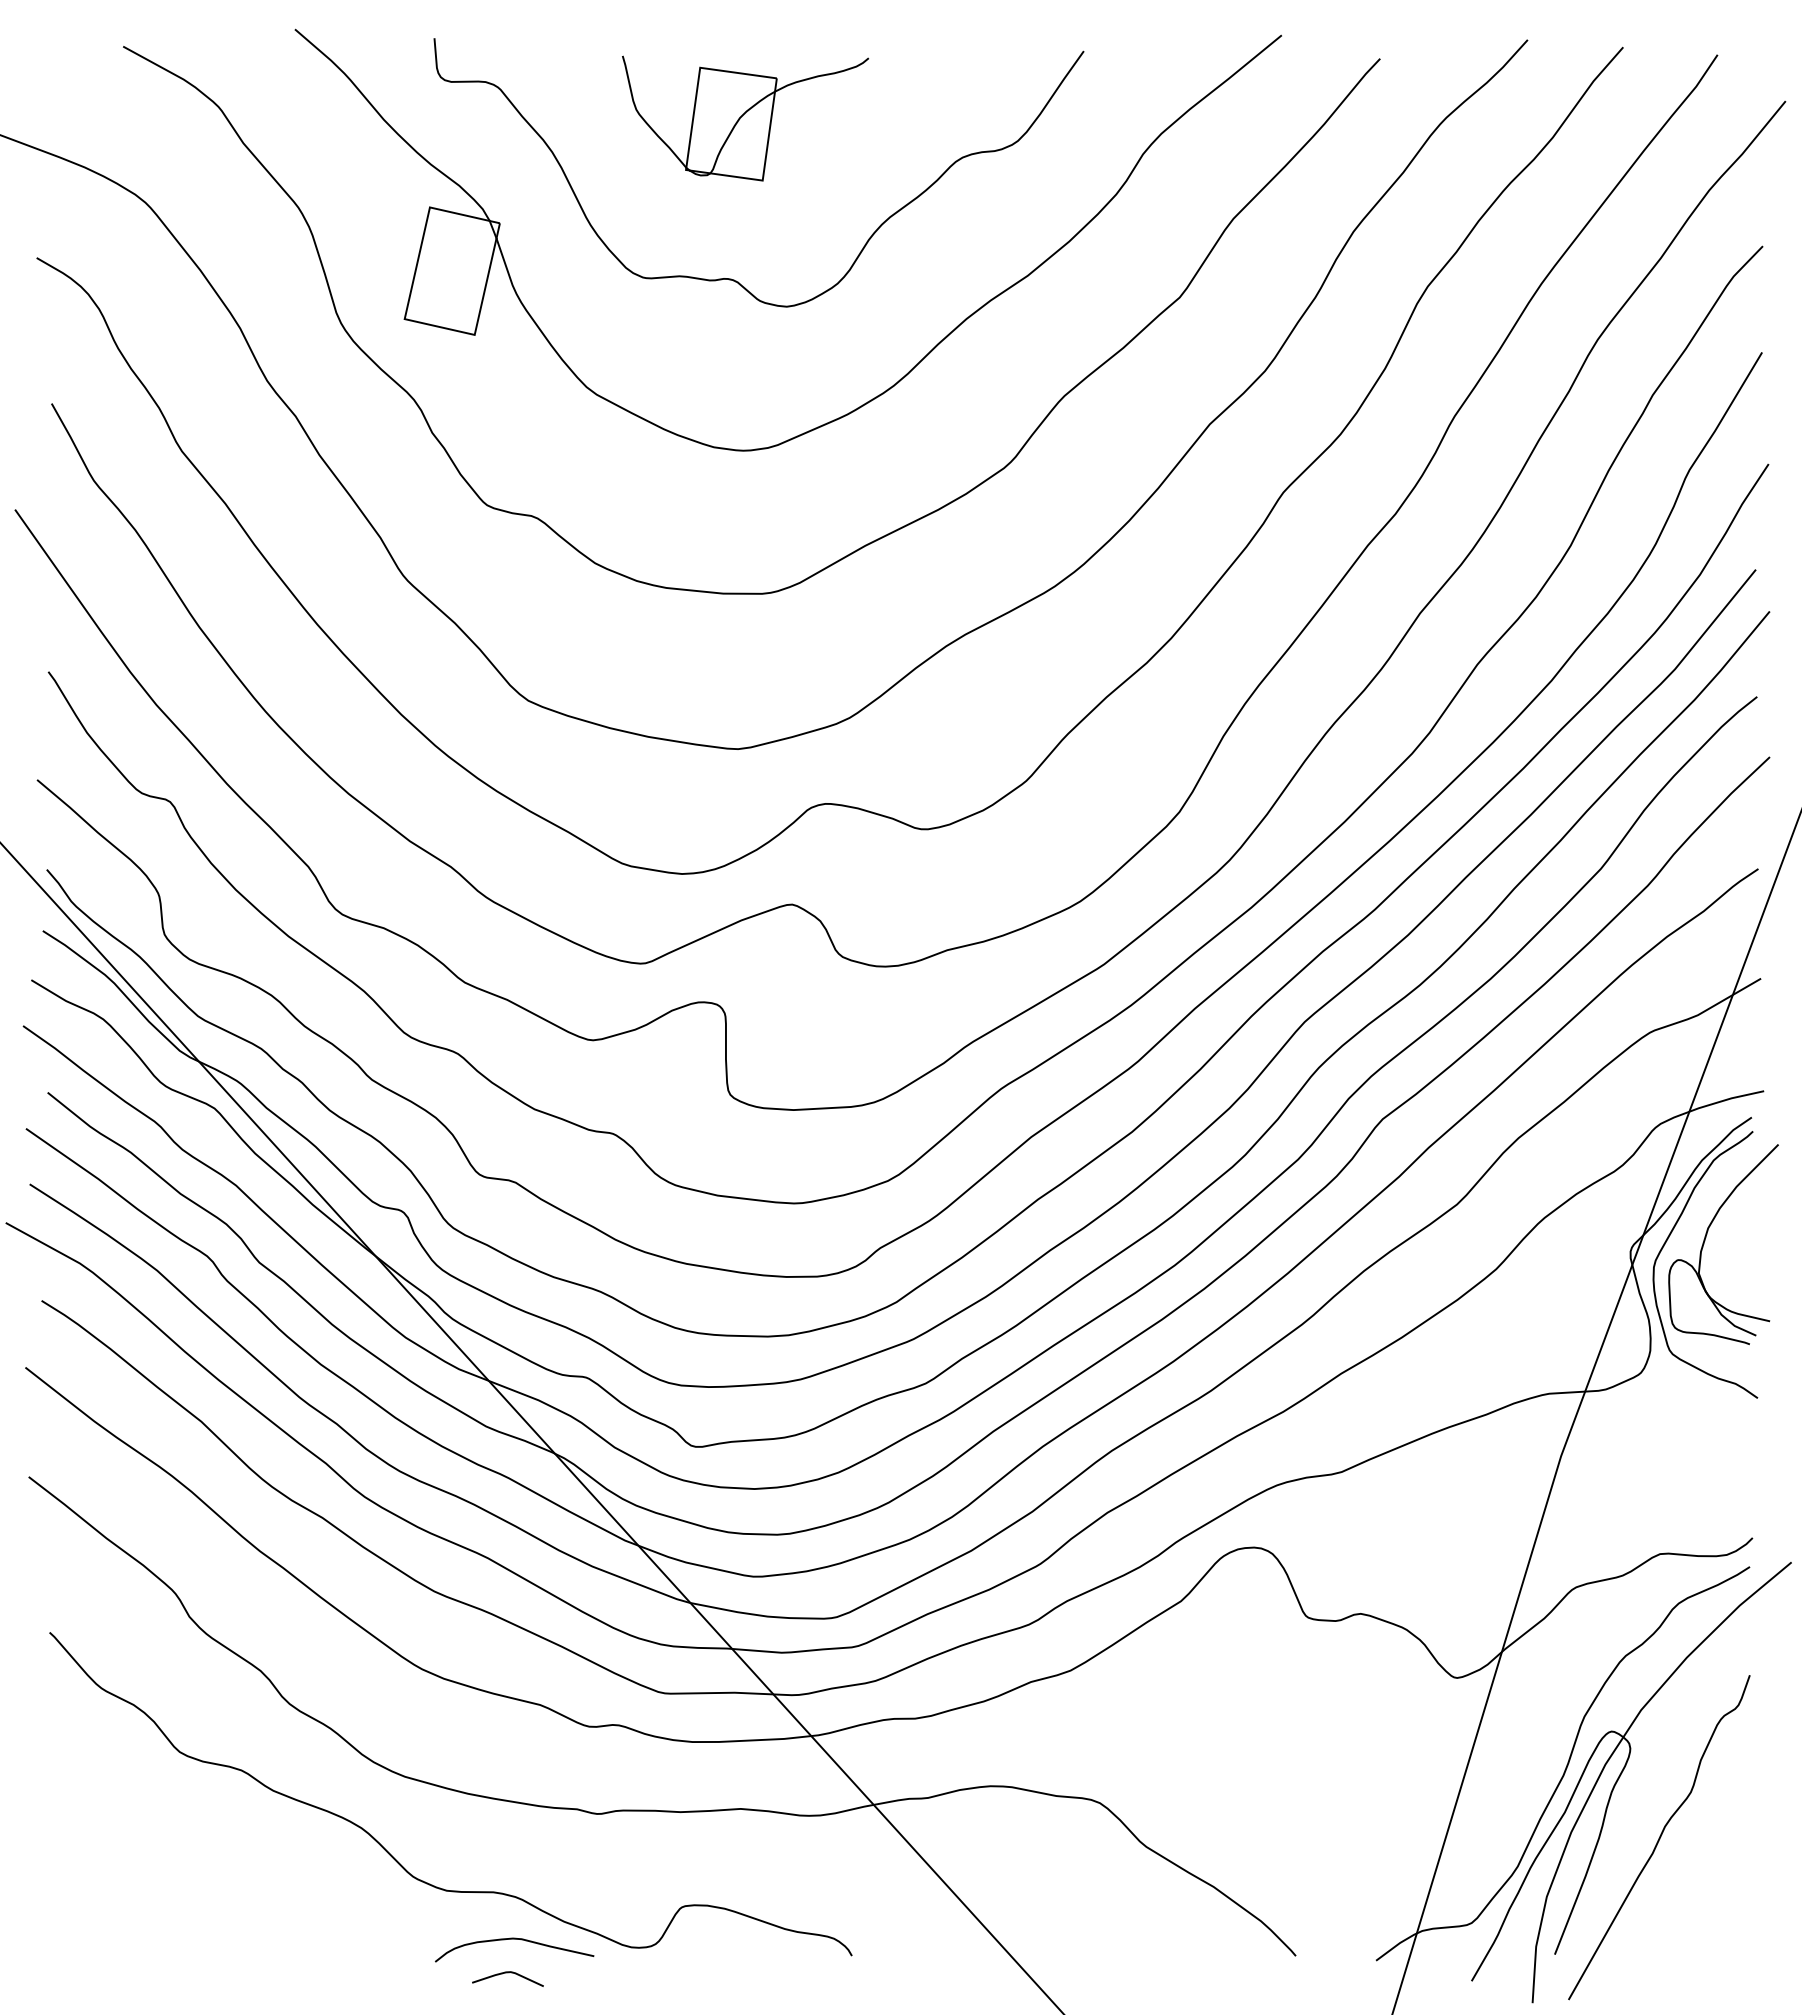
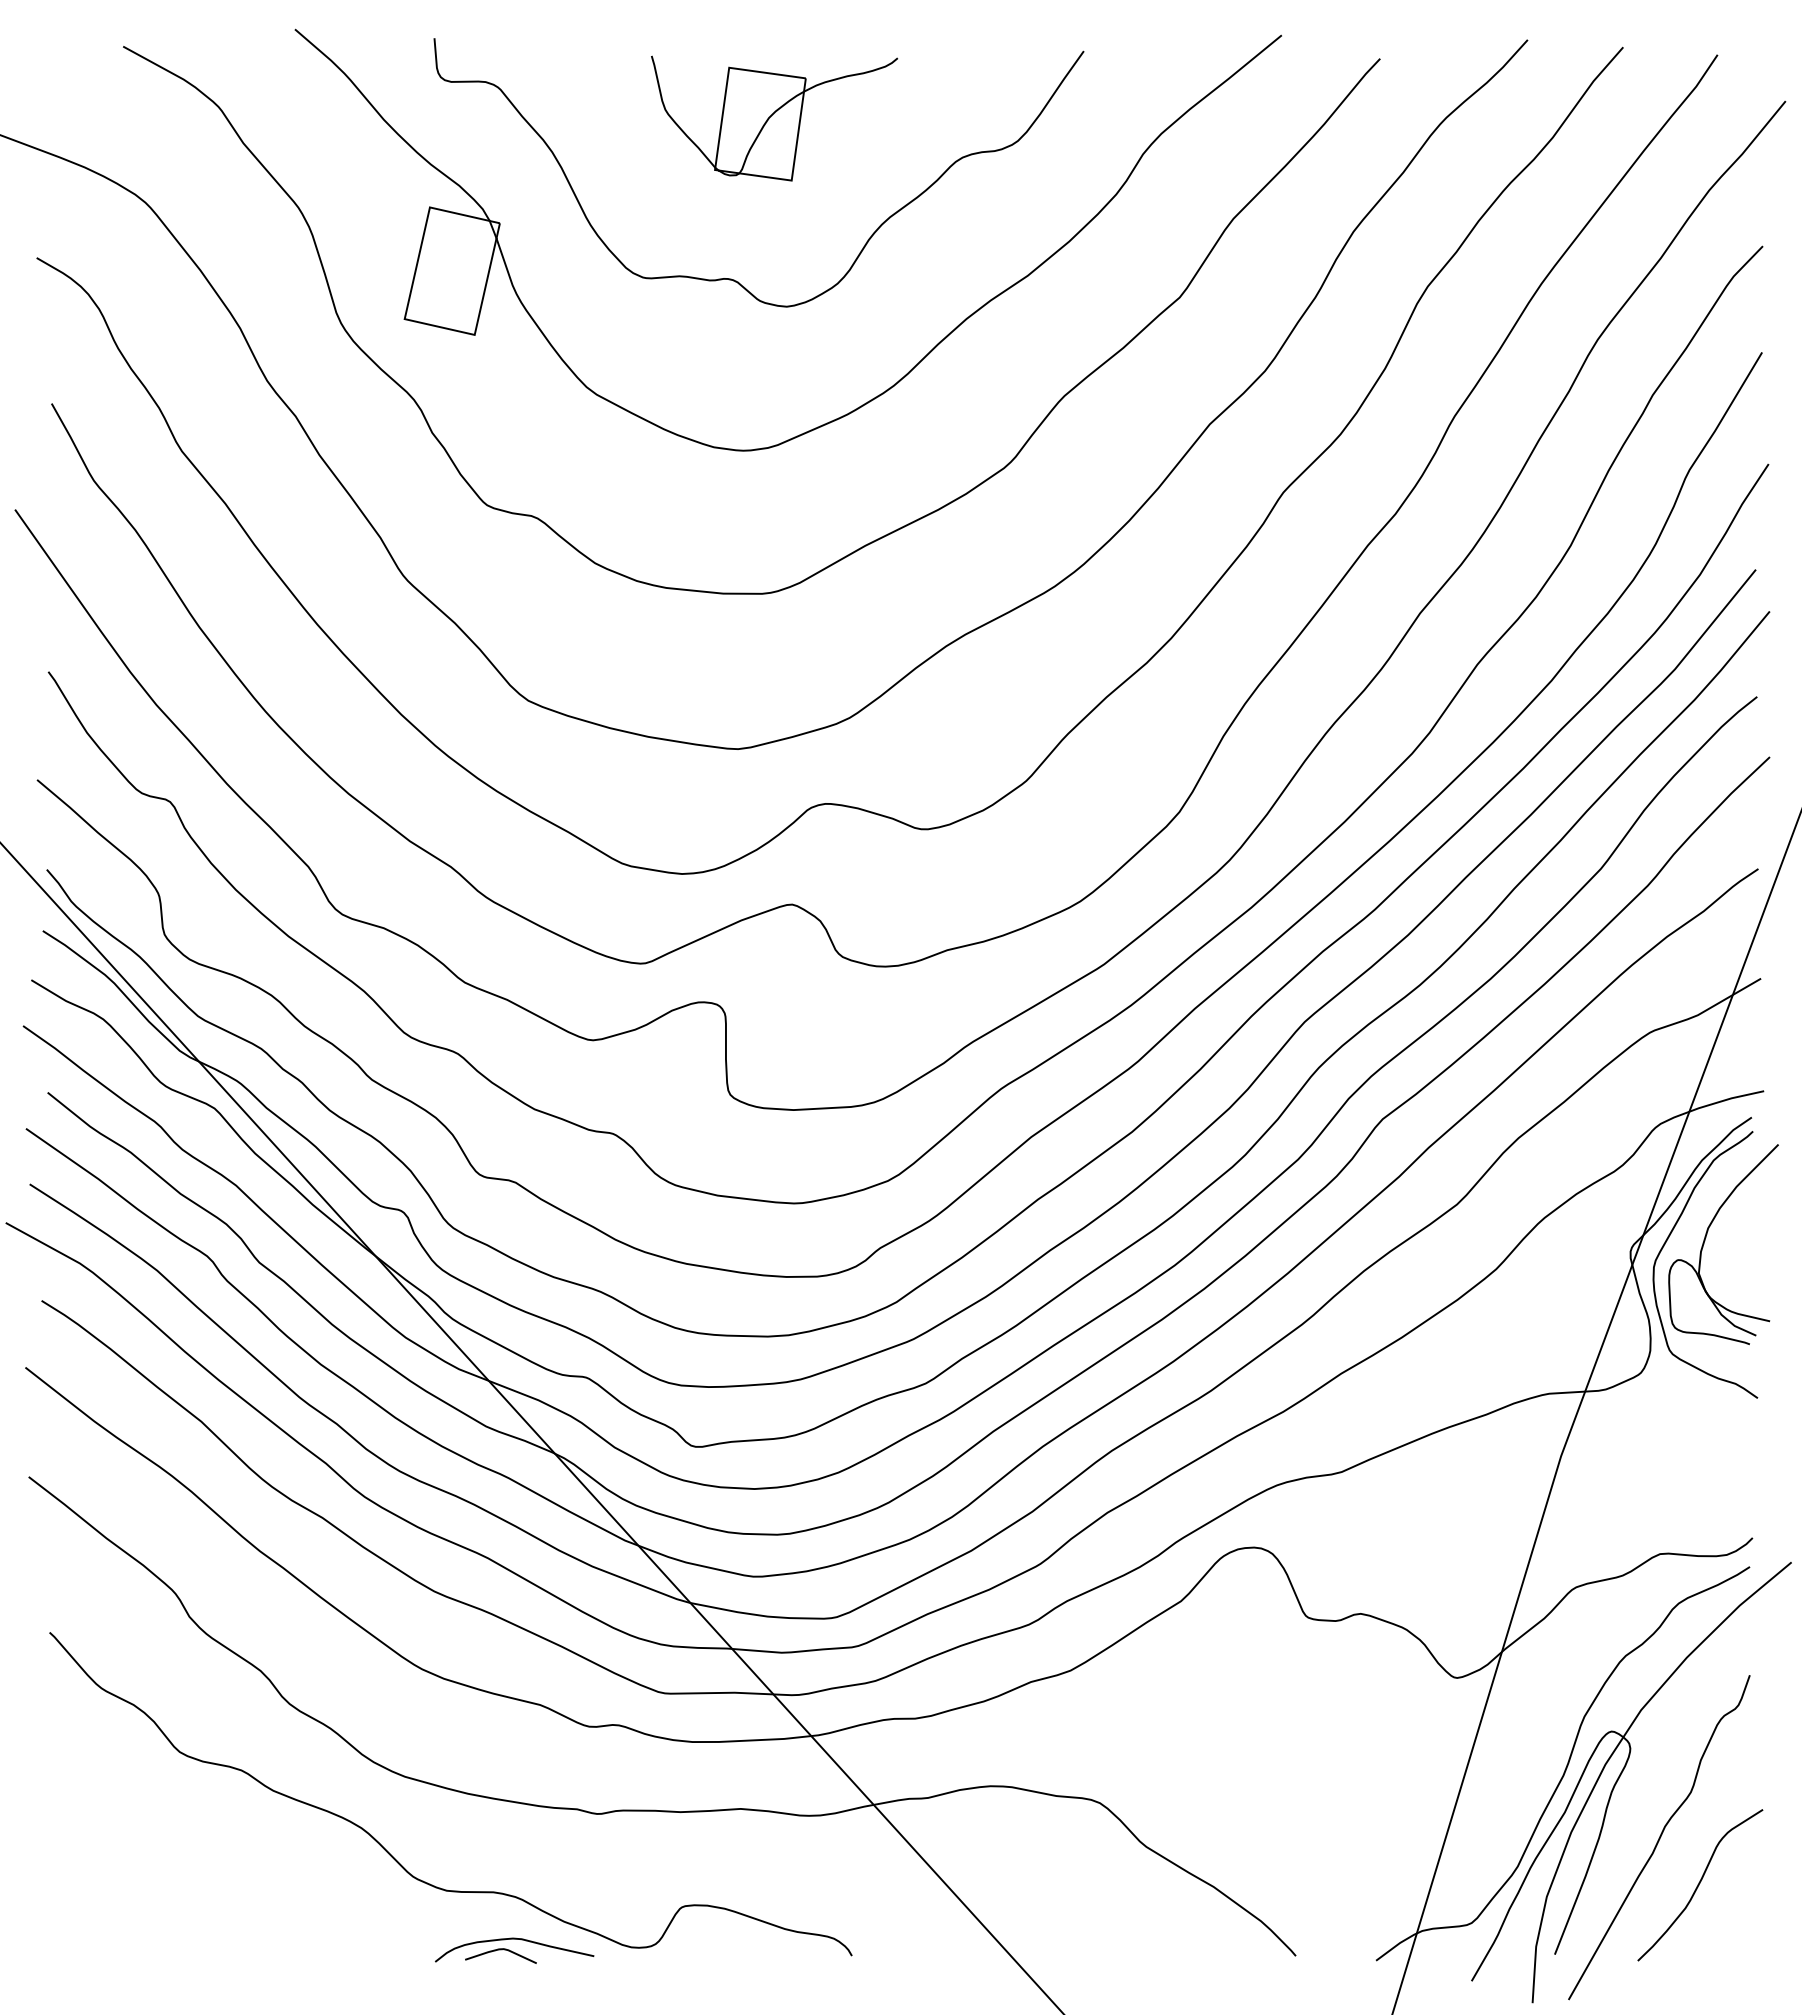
part at (745, 118) position: (745, 118) -> (774, 118)
curve at (1699, 1885): none -> present
curve at (507, 1973) position: (507, 1973) -> (500, 1950)
